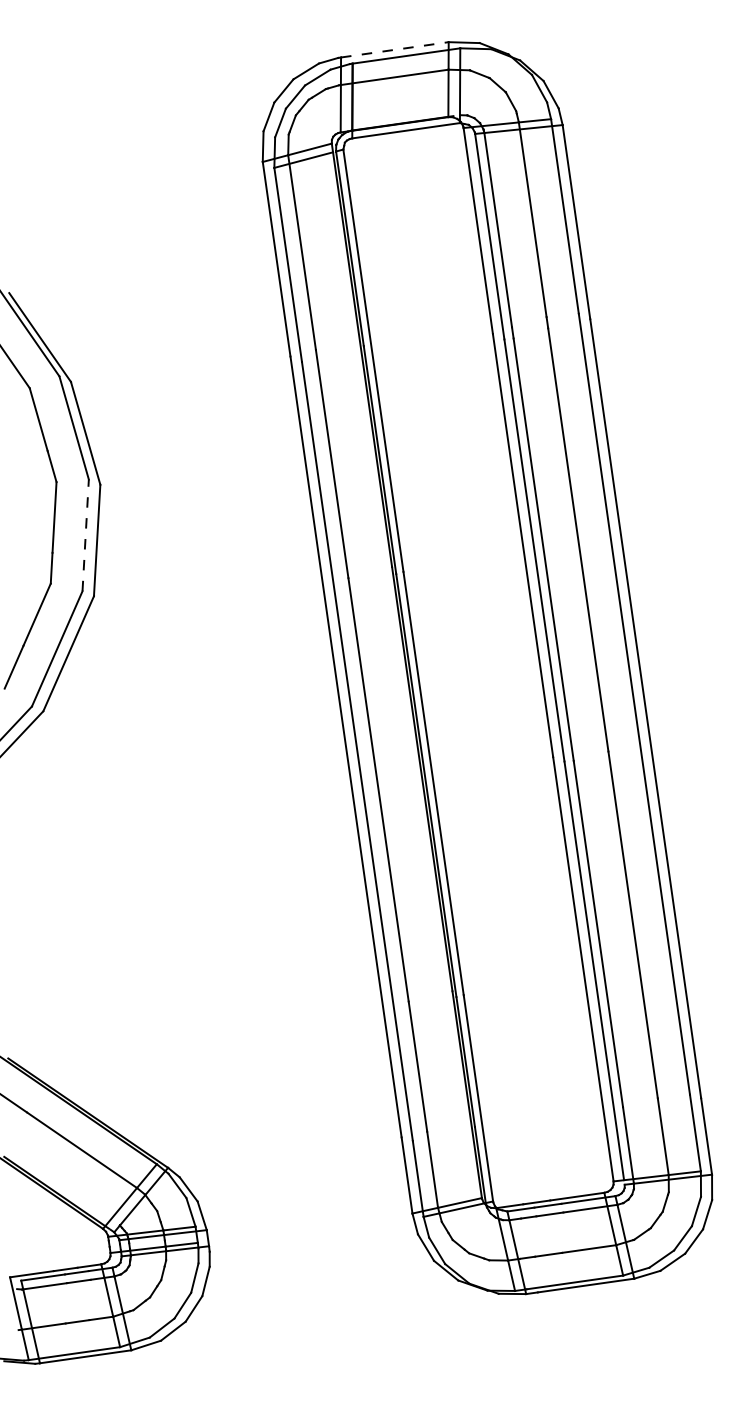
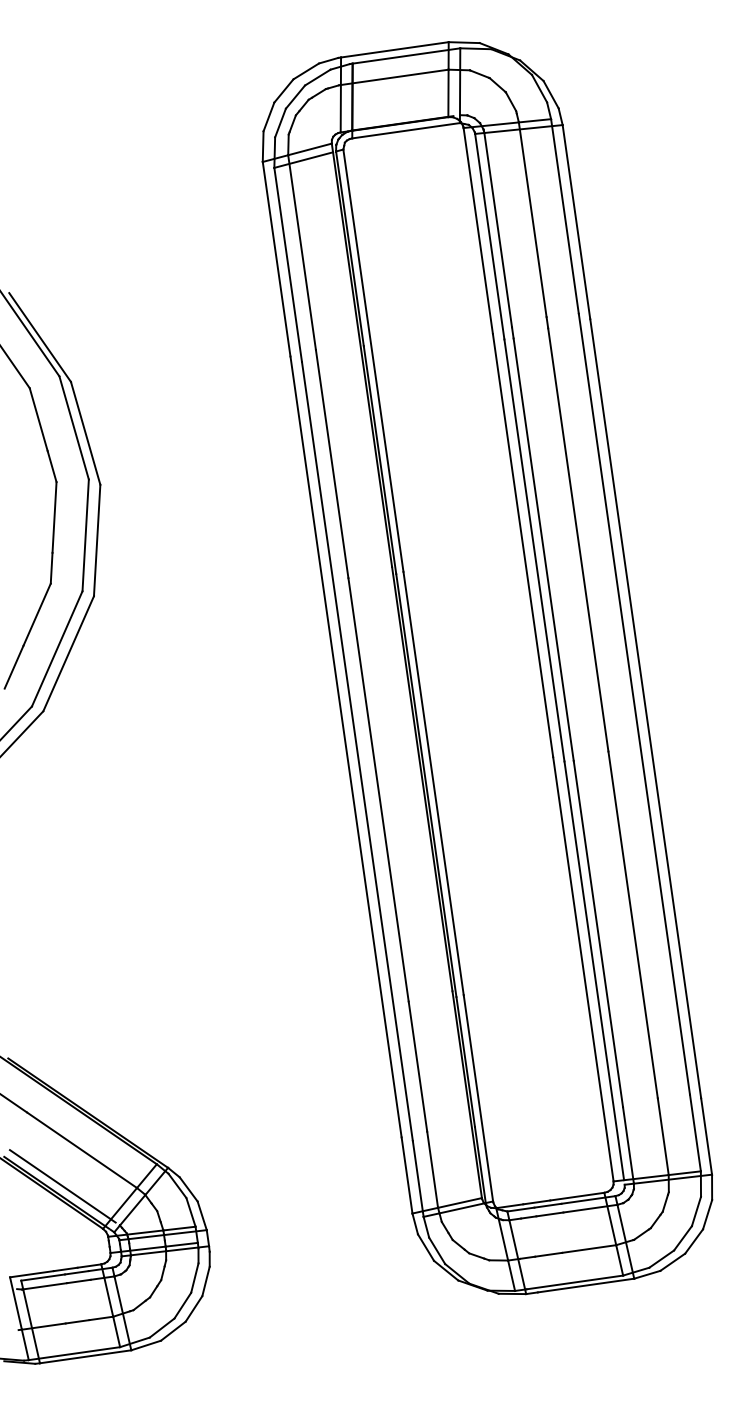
line at (395, 49): dashed -> solid
line at (85, 535): dashed -> solid
line at (62, 1186): none -> present
